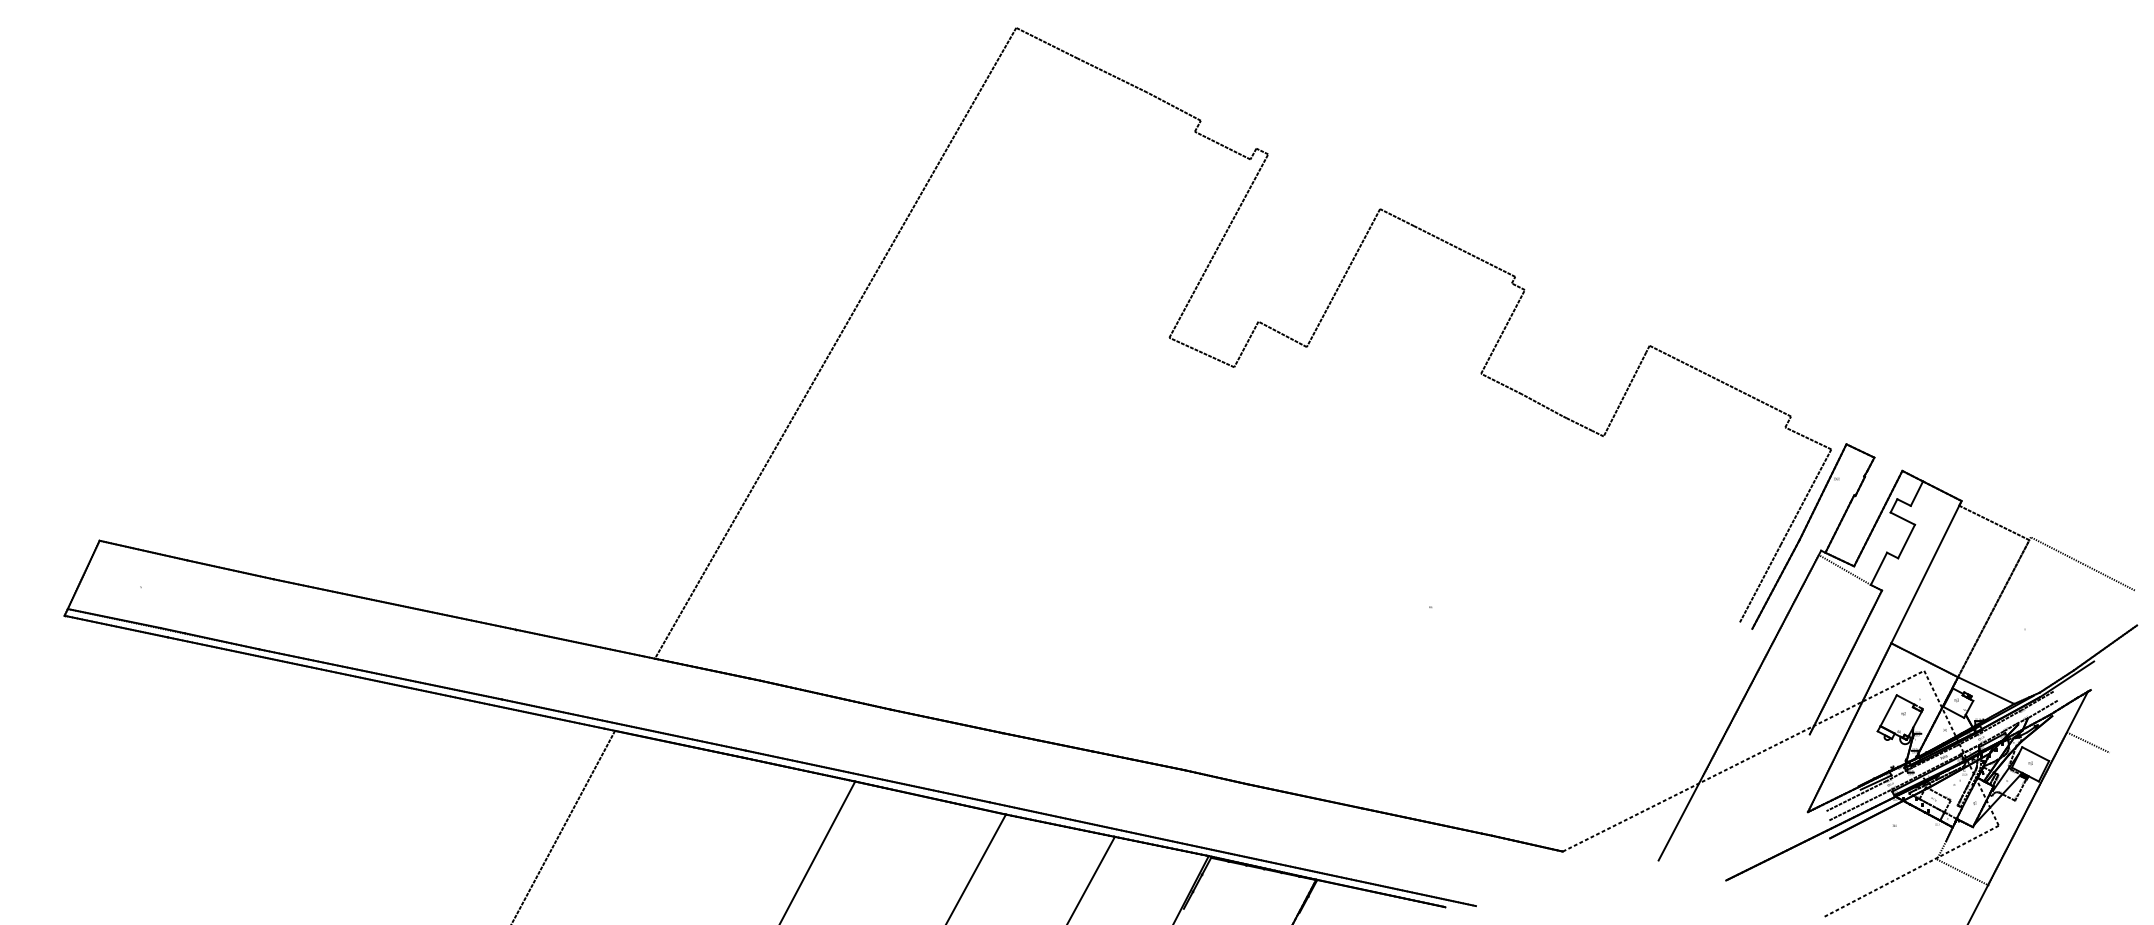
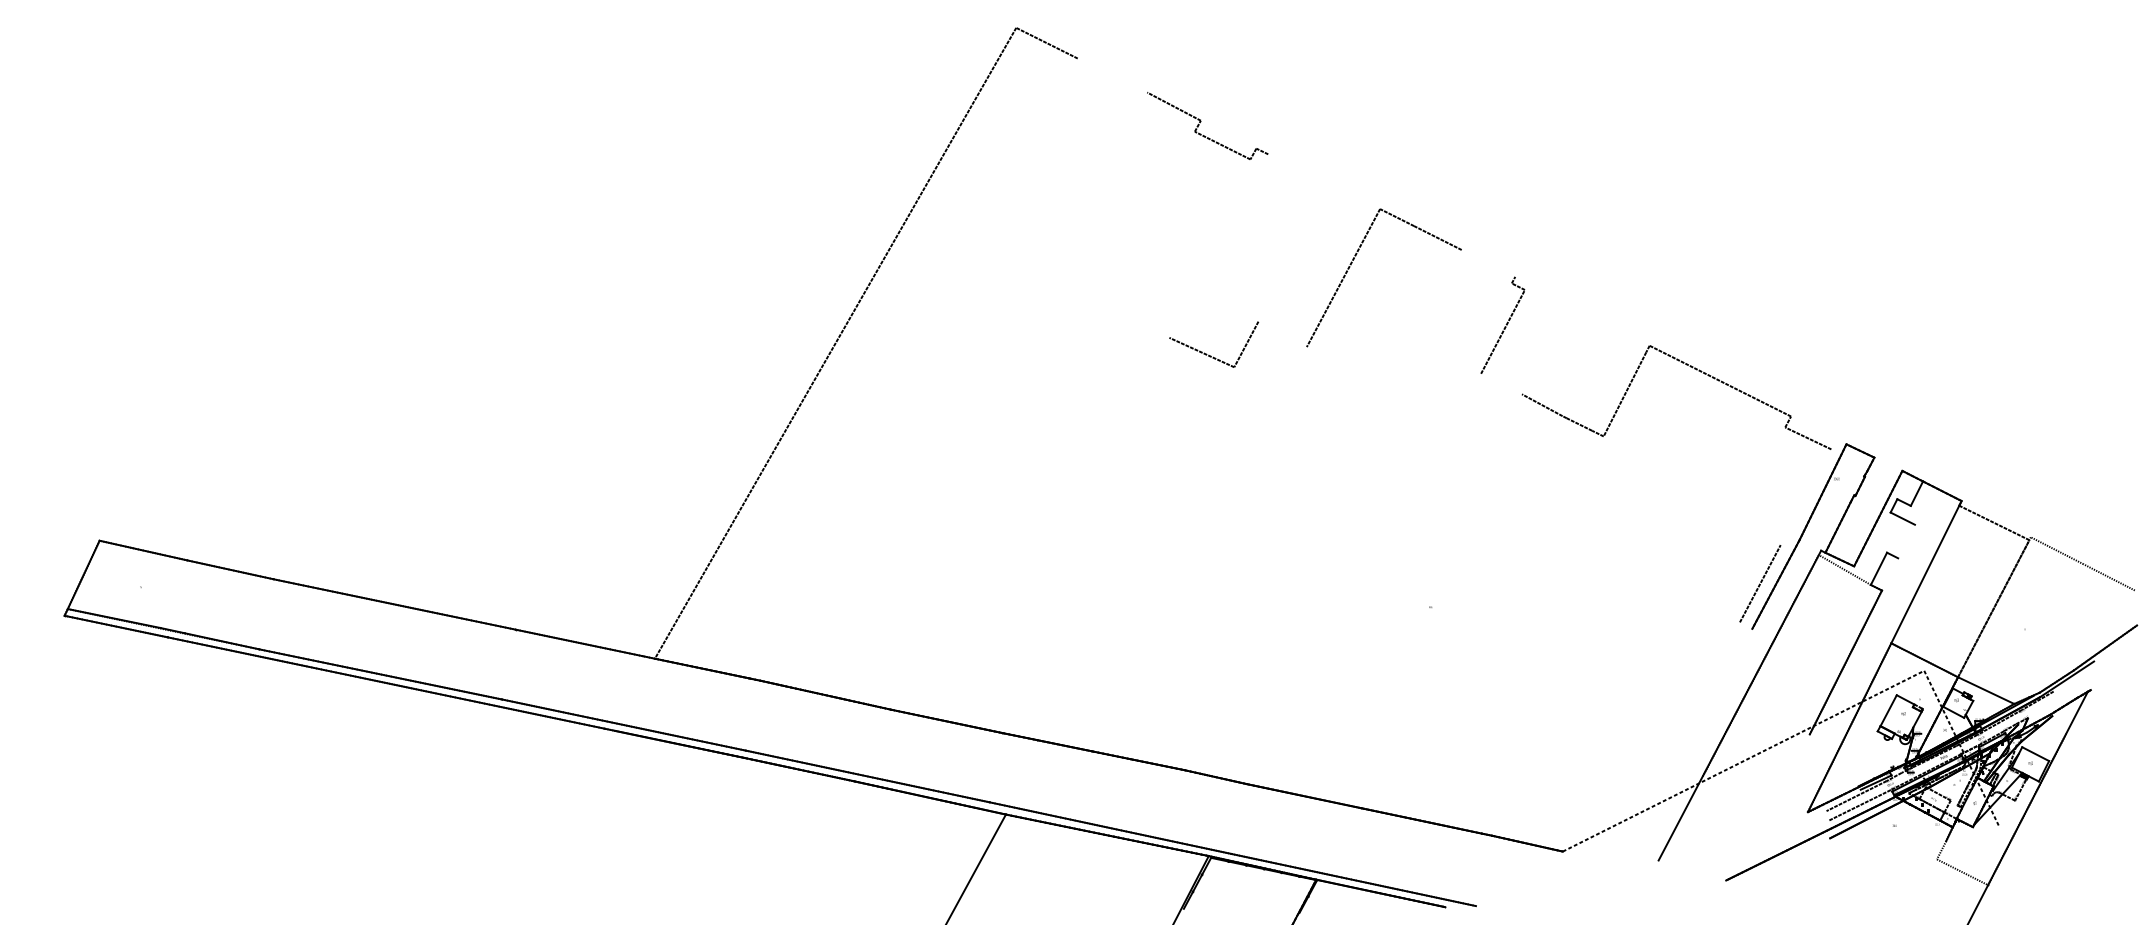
line at (1112, 75): present -> none
line at (1218, 245): present -> none
line at (1488, 263): present -> none
line at (1282, 334): present -> none
line at (1501, 383): present -> none
line at (1805, 497): present -> none
line at (1906, 541): present -> none
line at (2043, 708): present -> none
line at (2087, 742): present -> none
line at (563, 825): present -> none
line at (818, 851): present -> none
line at (1910, 871): present -> none
line at (1091, 878): present -> none
